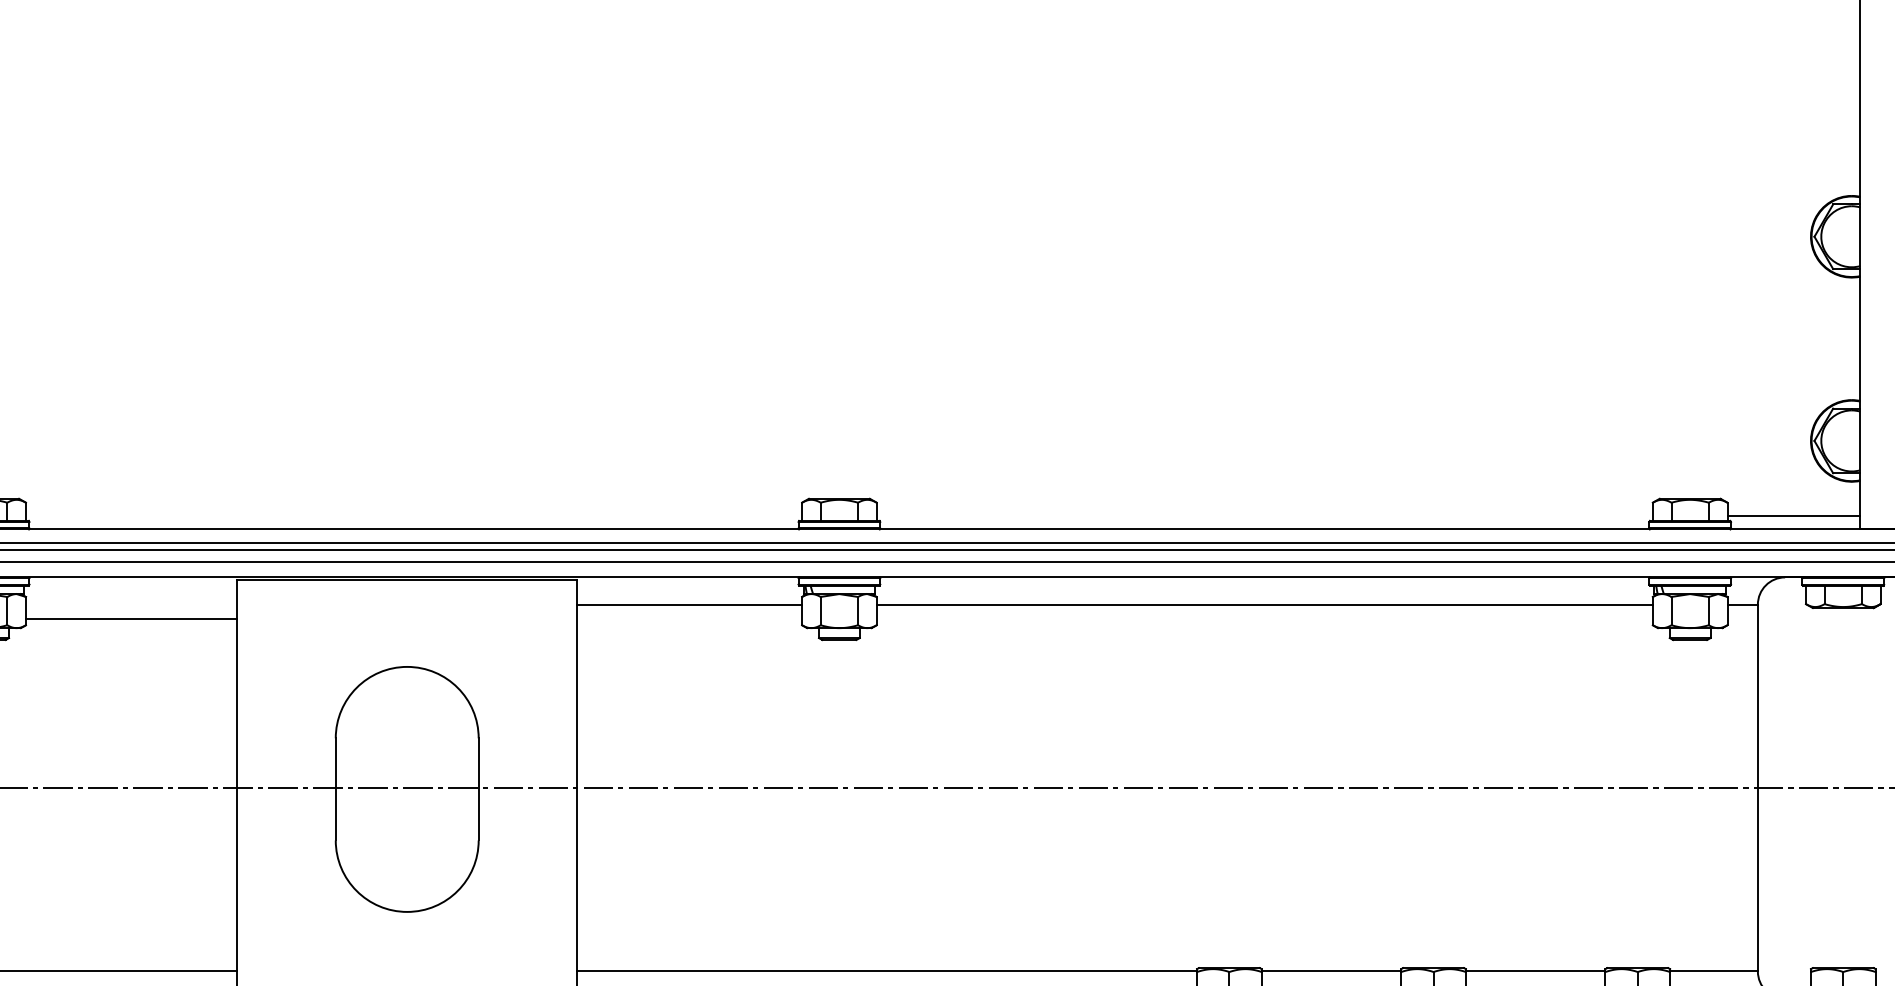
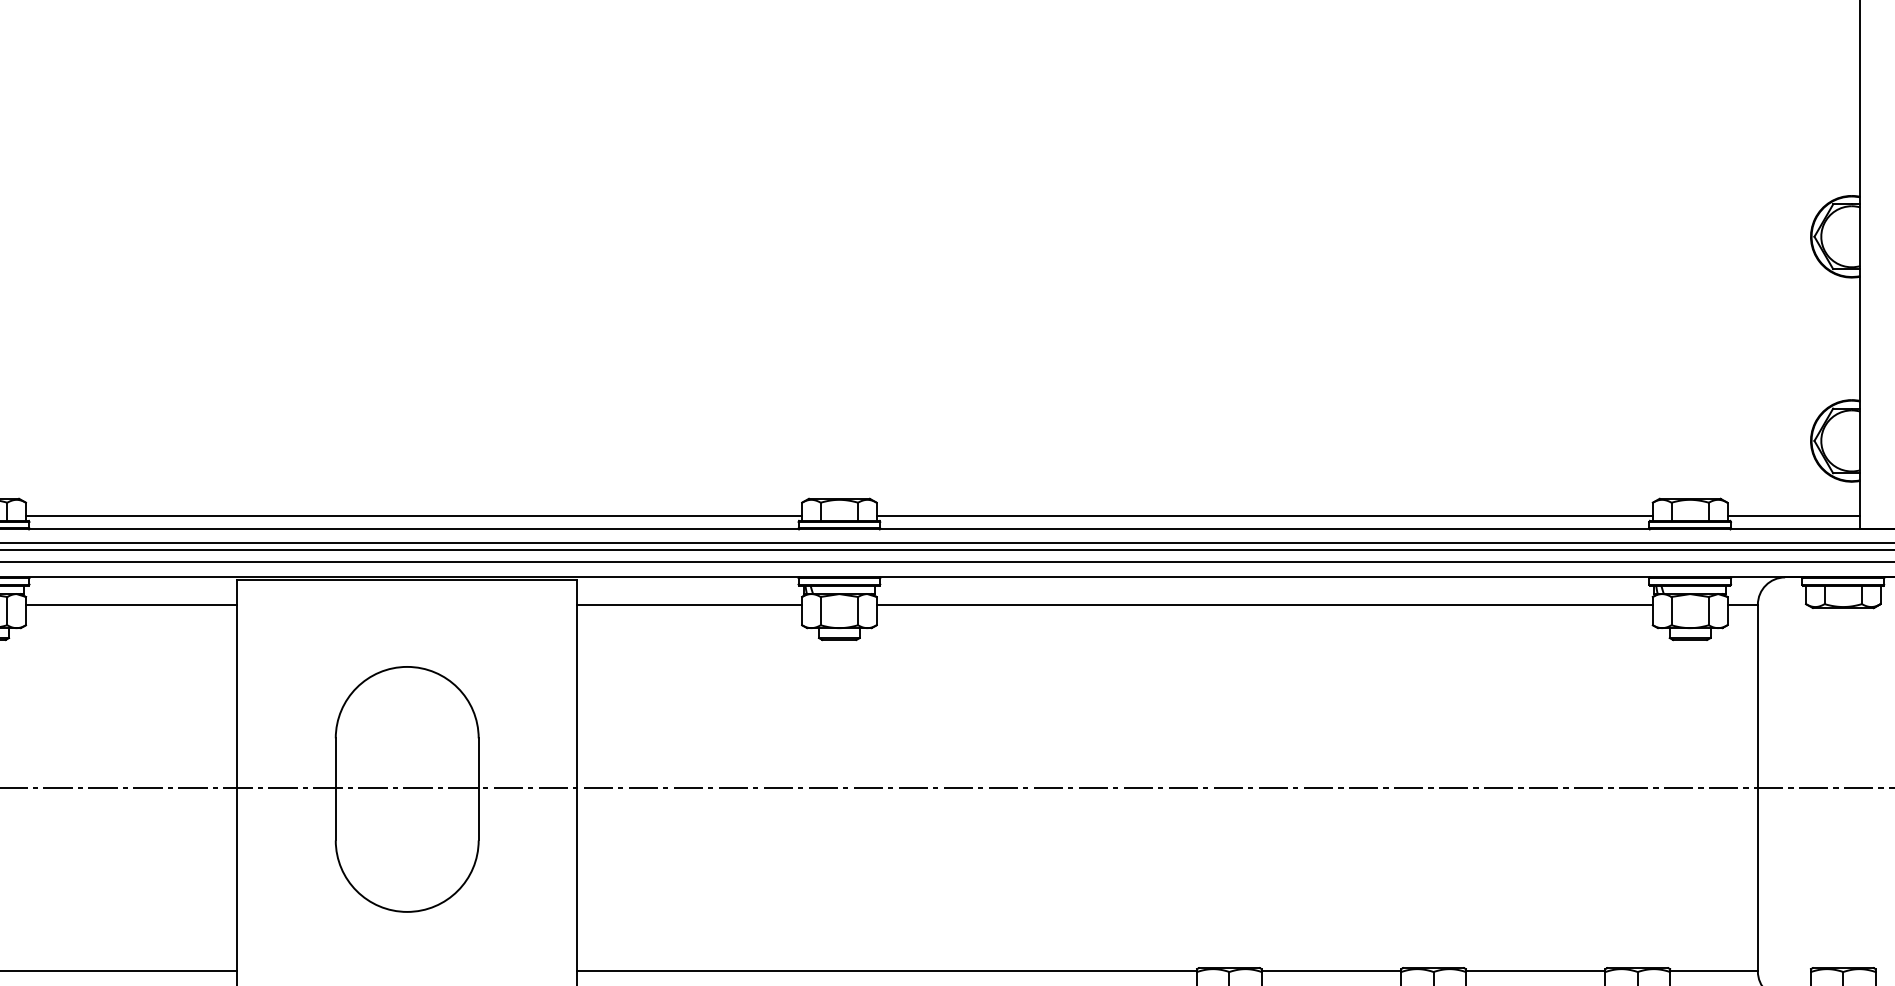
line at (413, 515): none -> present
line at (1264, 515): none -> present
line at (131, 618) position: (131, 618) -> (131, 604)
